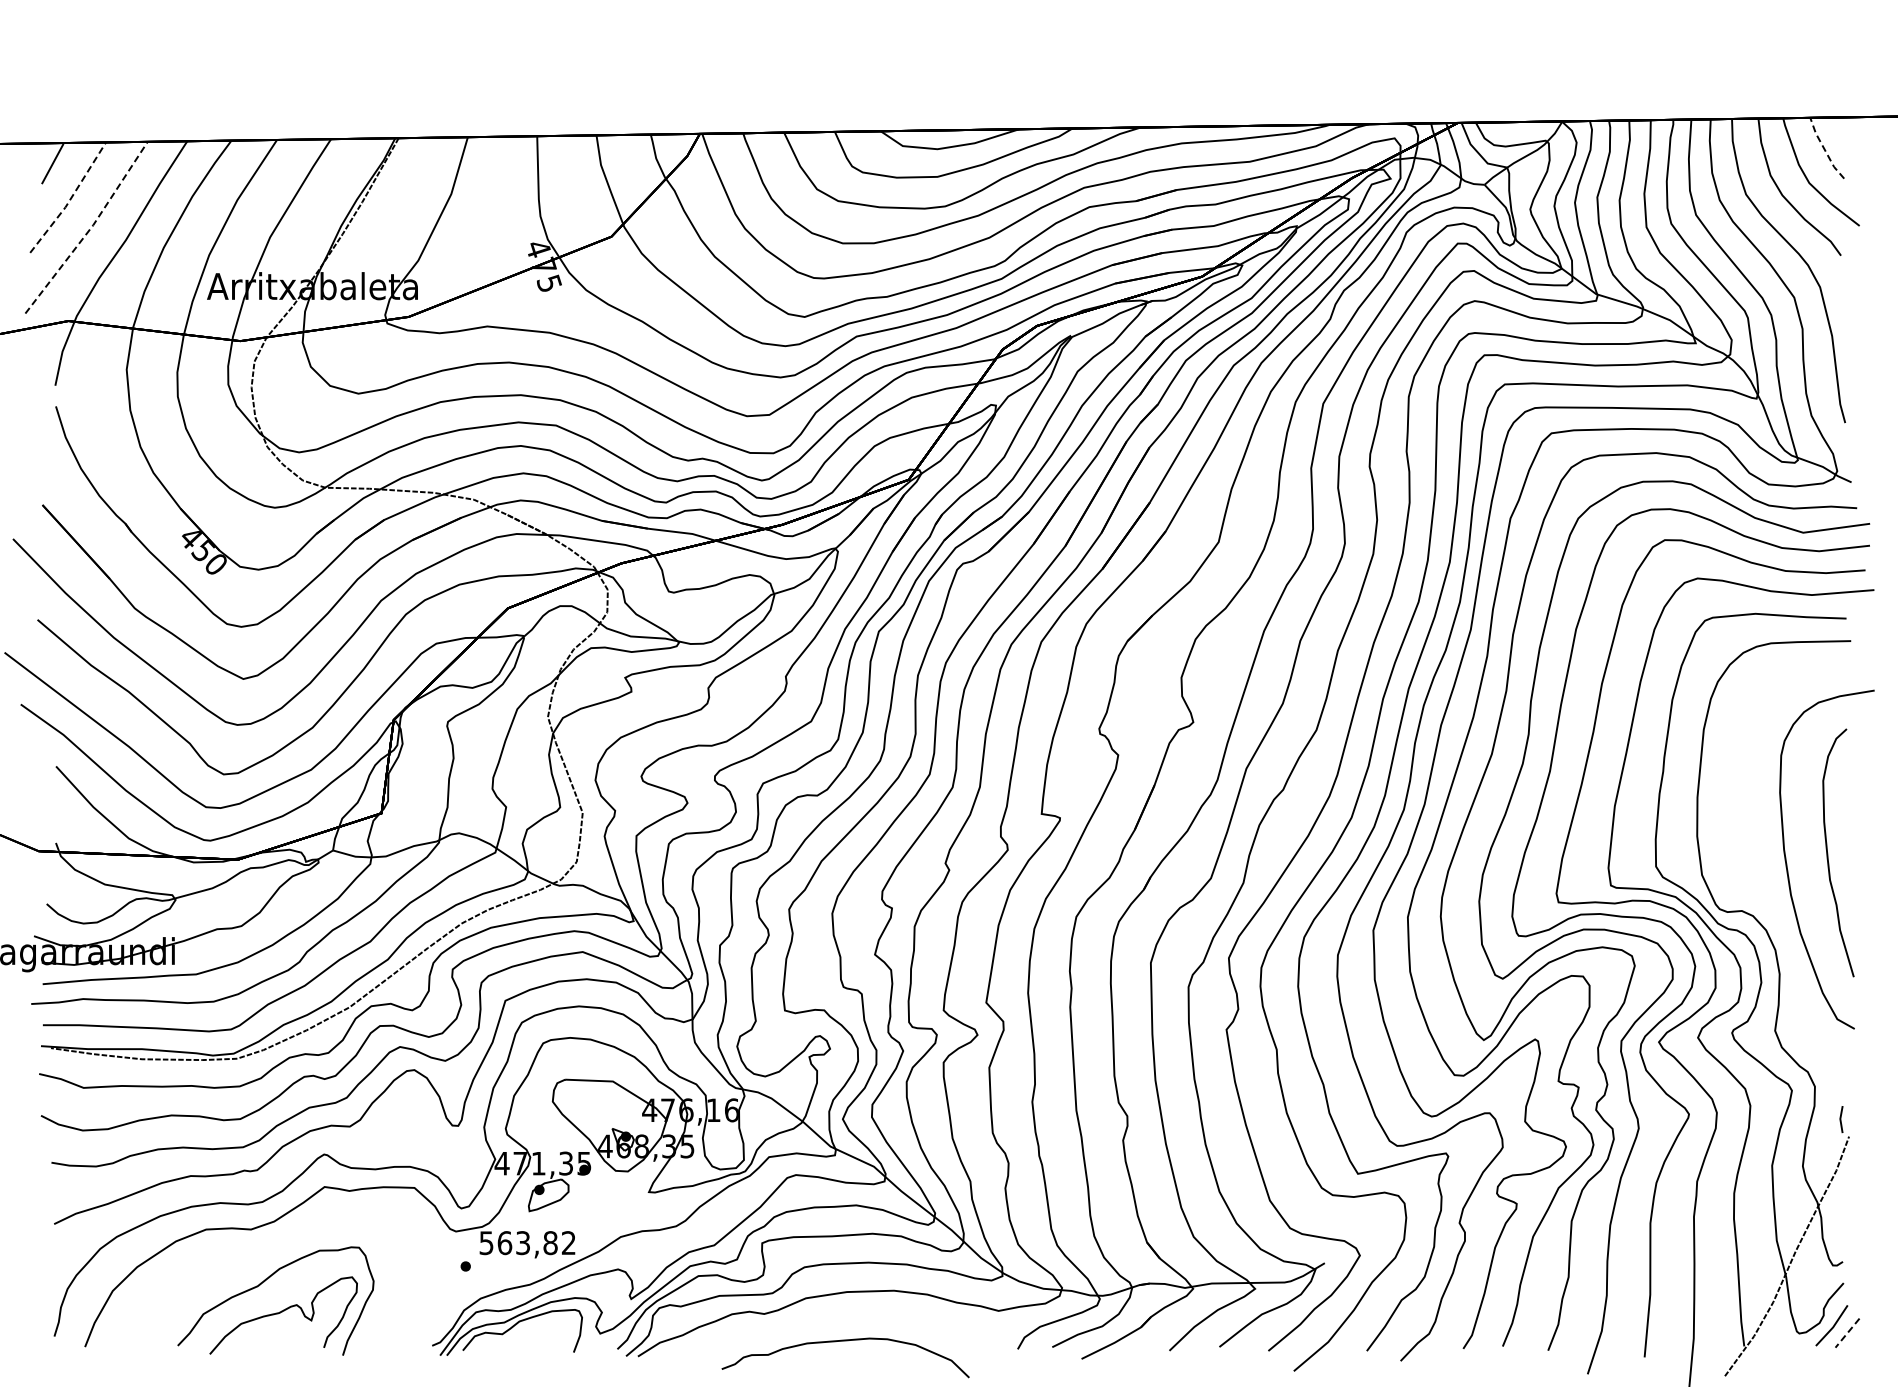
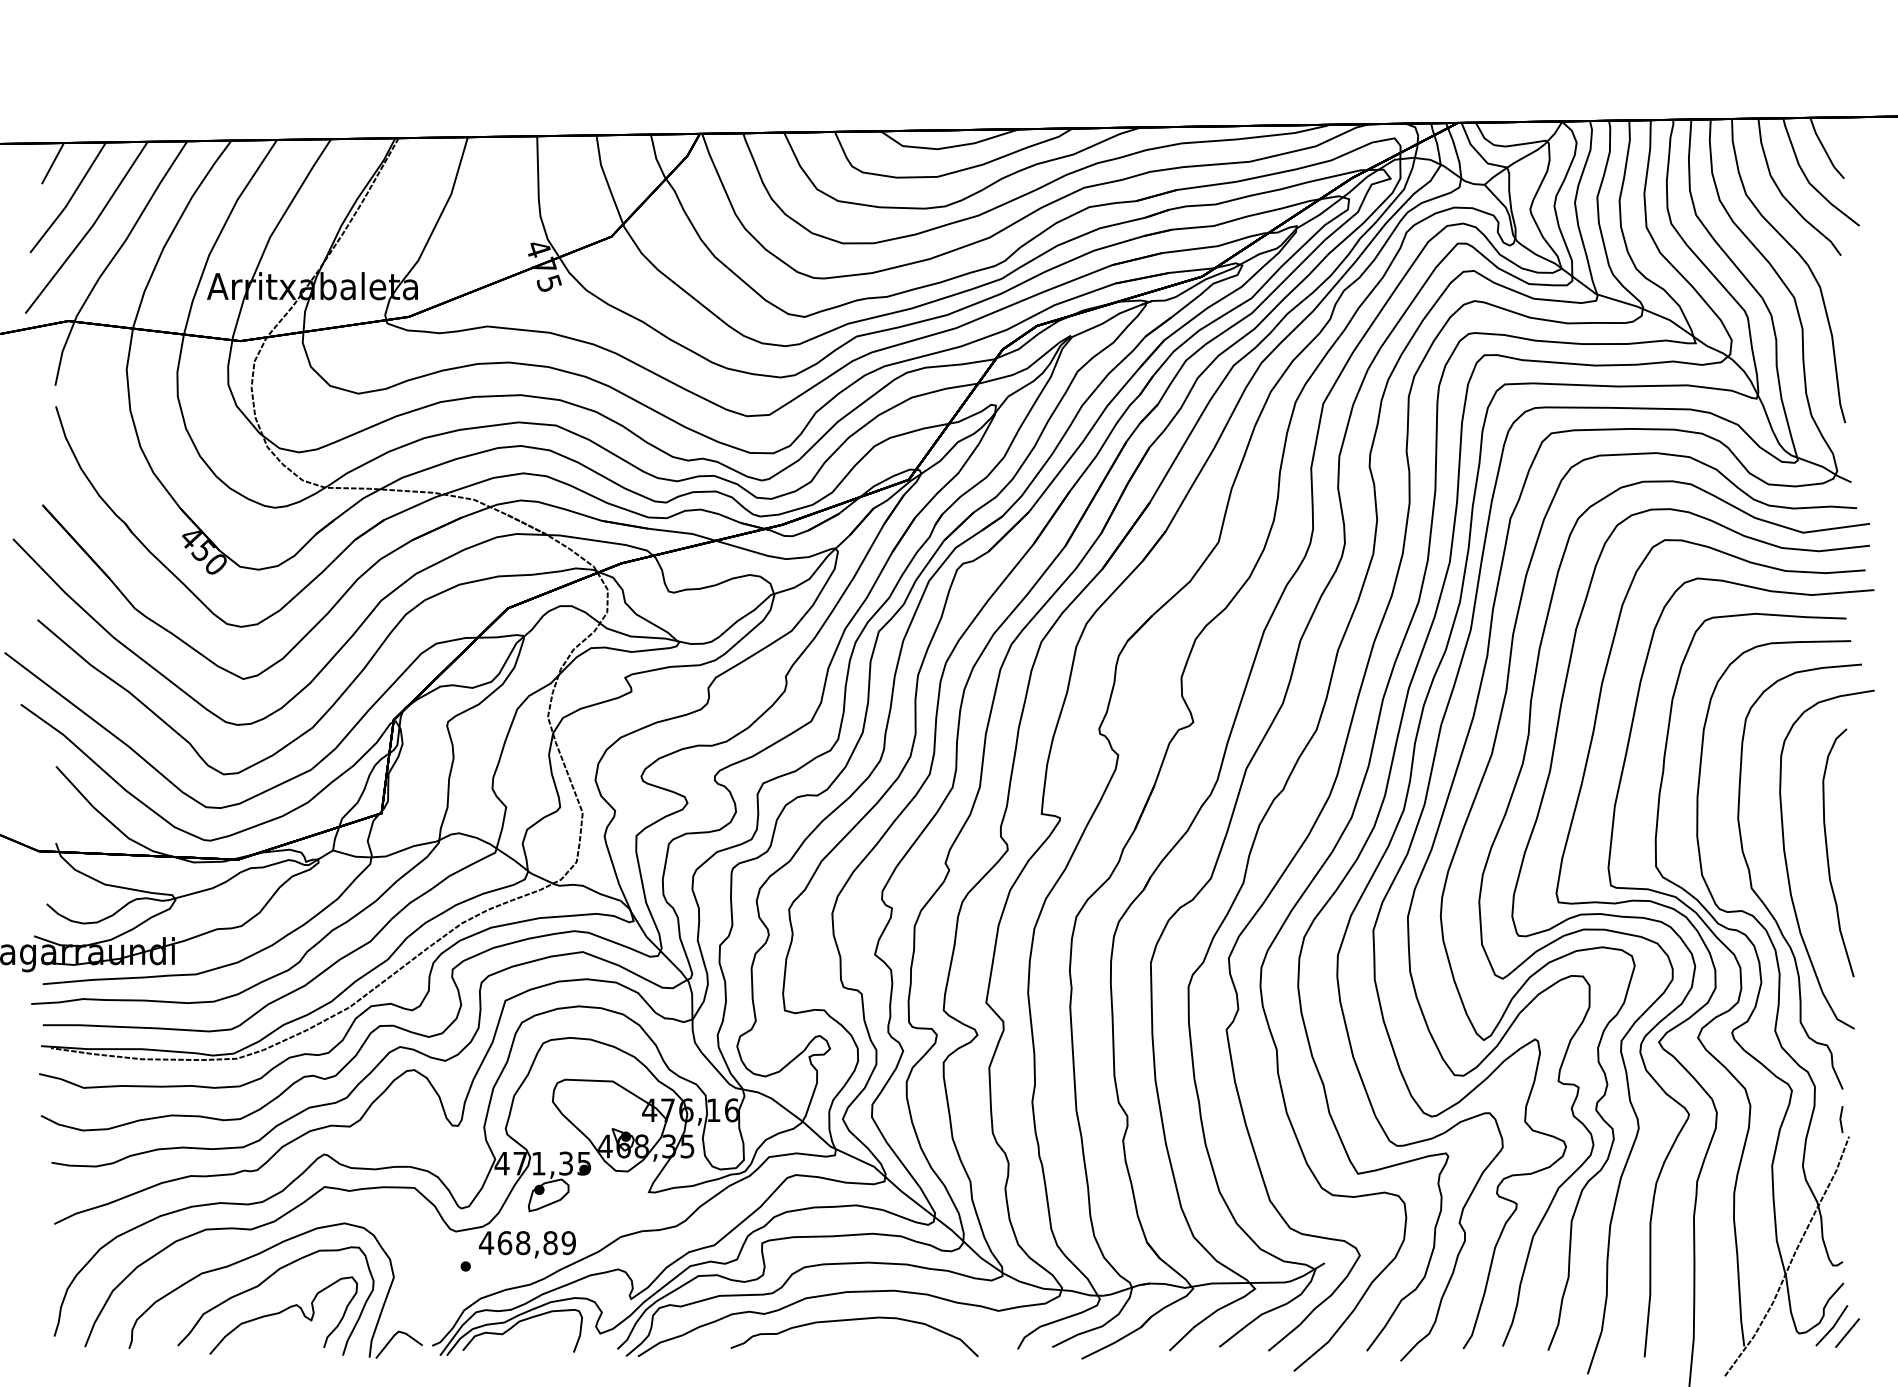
line at (1824, 149): dashed -> solid
line at (70, 199): dashed -> solid
line at (90, 229): dashed -> solid
curve at (1763, 901): none -> present
text at (527, 1243): 563,82 -> 468,89
part at (257, 1255): none -> present
line at (1847, 1333): dashed -> solid
curve at (845, 1341) position: (845, 1341) -> (854, 1320)
